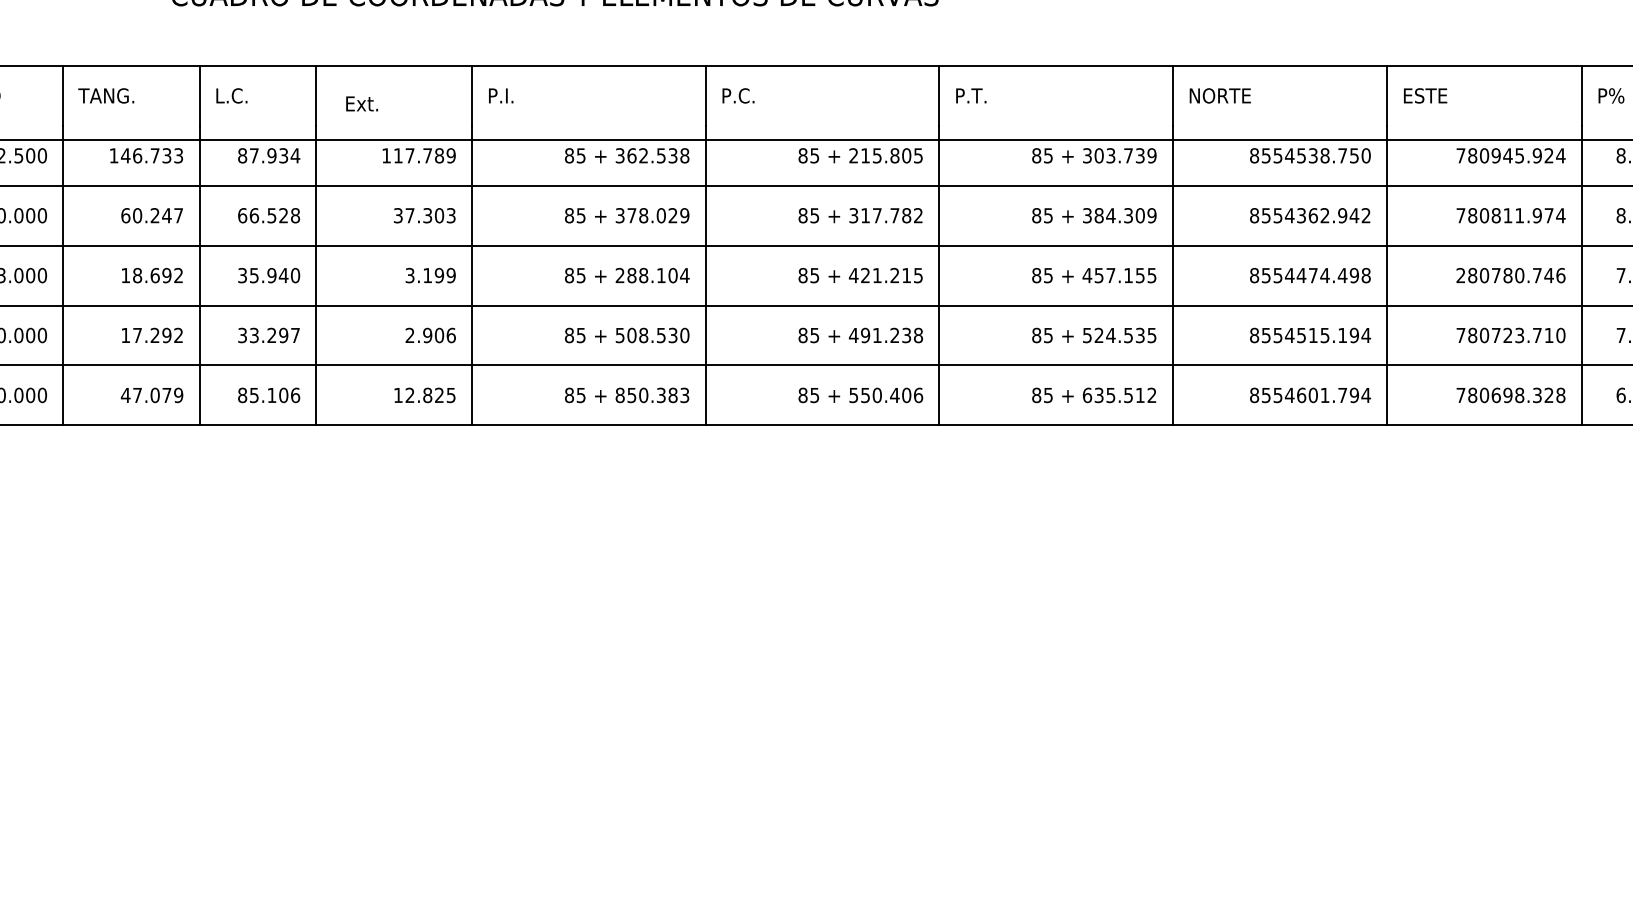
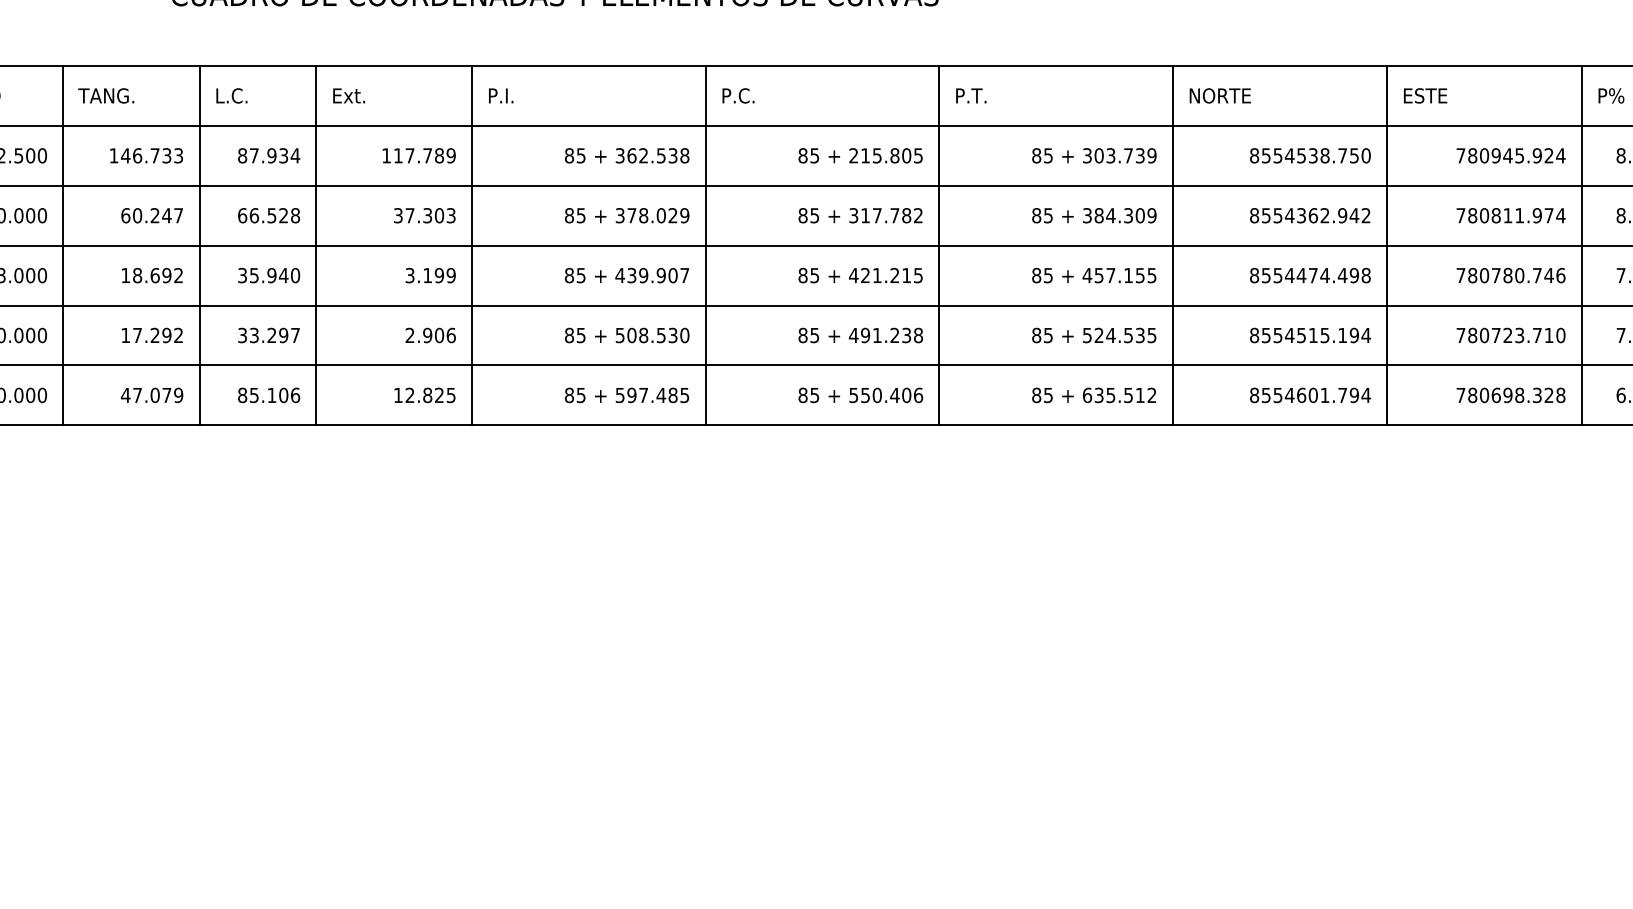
text at (361, 103) position: (361, 103) -> (348, 95)
line at (815, 139) position: (815, 139) -> (815, 125)
text at (652, 275): 288.104 -> 439.907
text at (1460, 275): 280780.746 -> 780780.746
text at (652, 395): 850.383 -> 597.485
